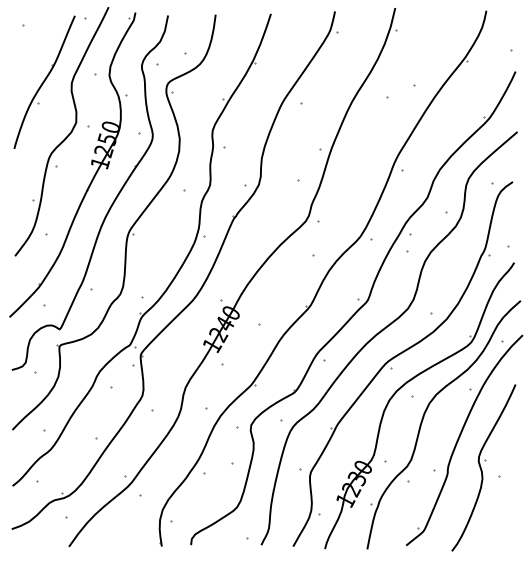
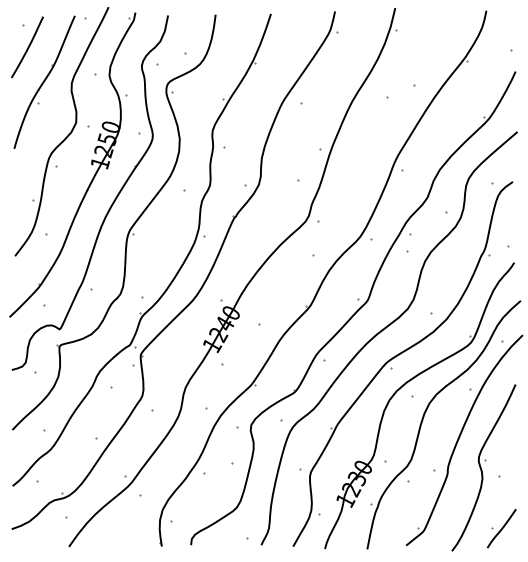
curve at (27, 47): none -> present
part at (501, 528): none -> present
